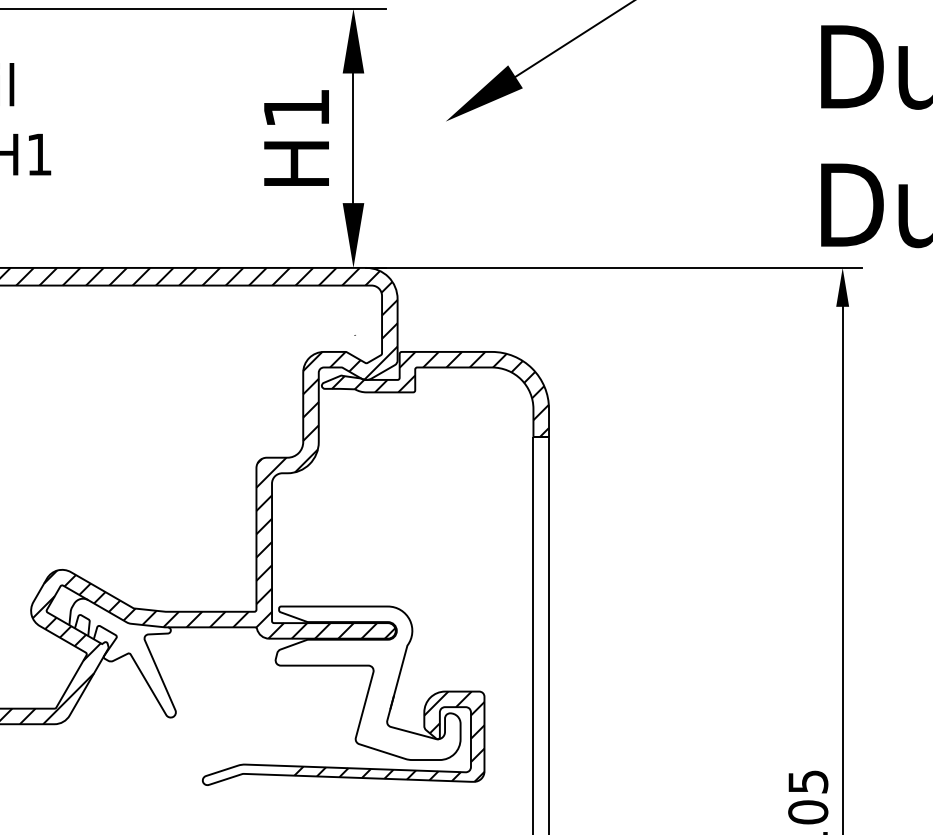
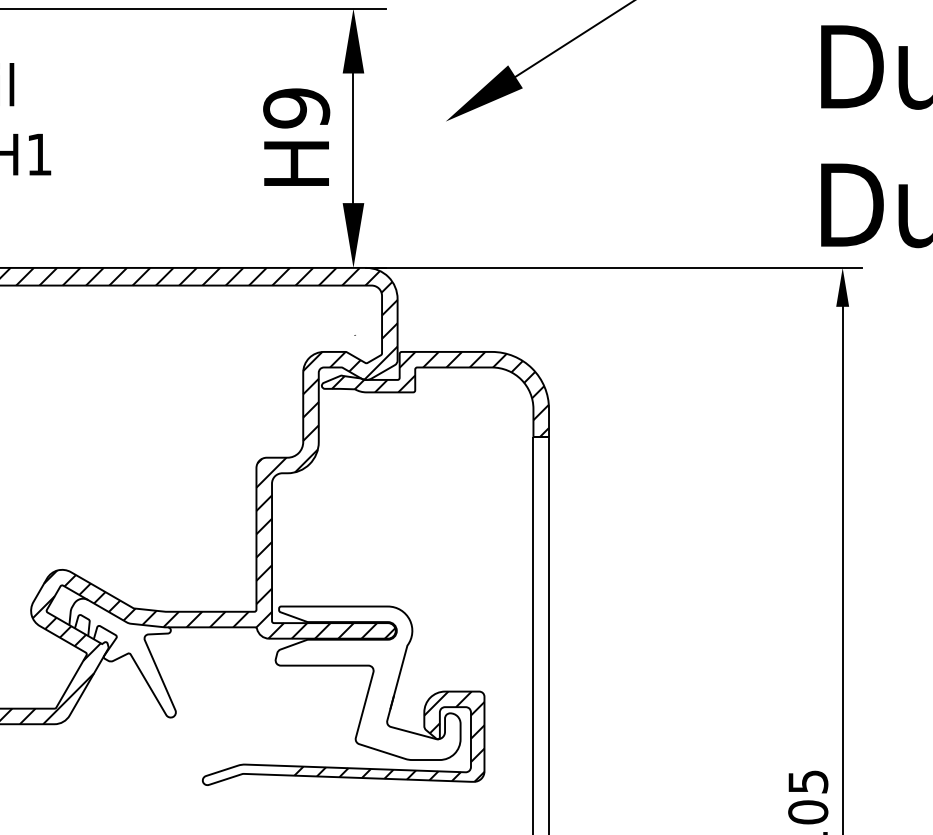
text at (296, 108): H1 -> H9
